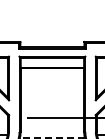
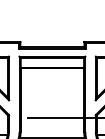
line at (51, 137): dashed -> solid
